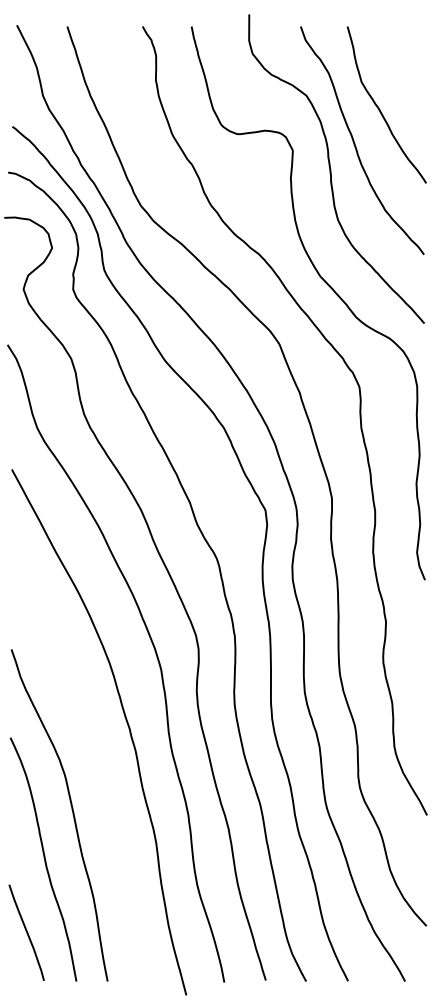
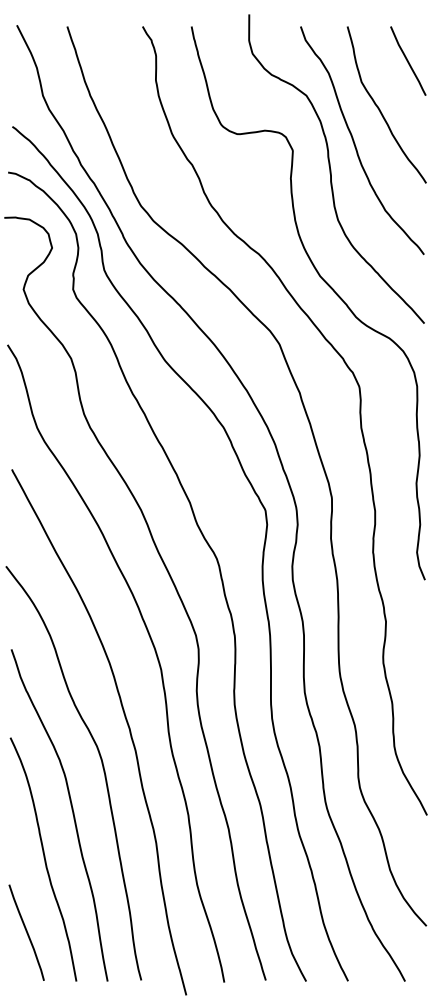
curve at (408, 60): none -> present
curve at (101, 764): none -> present
